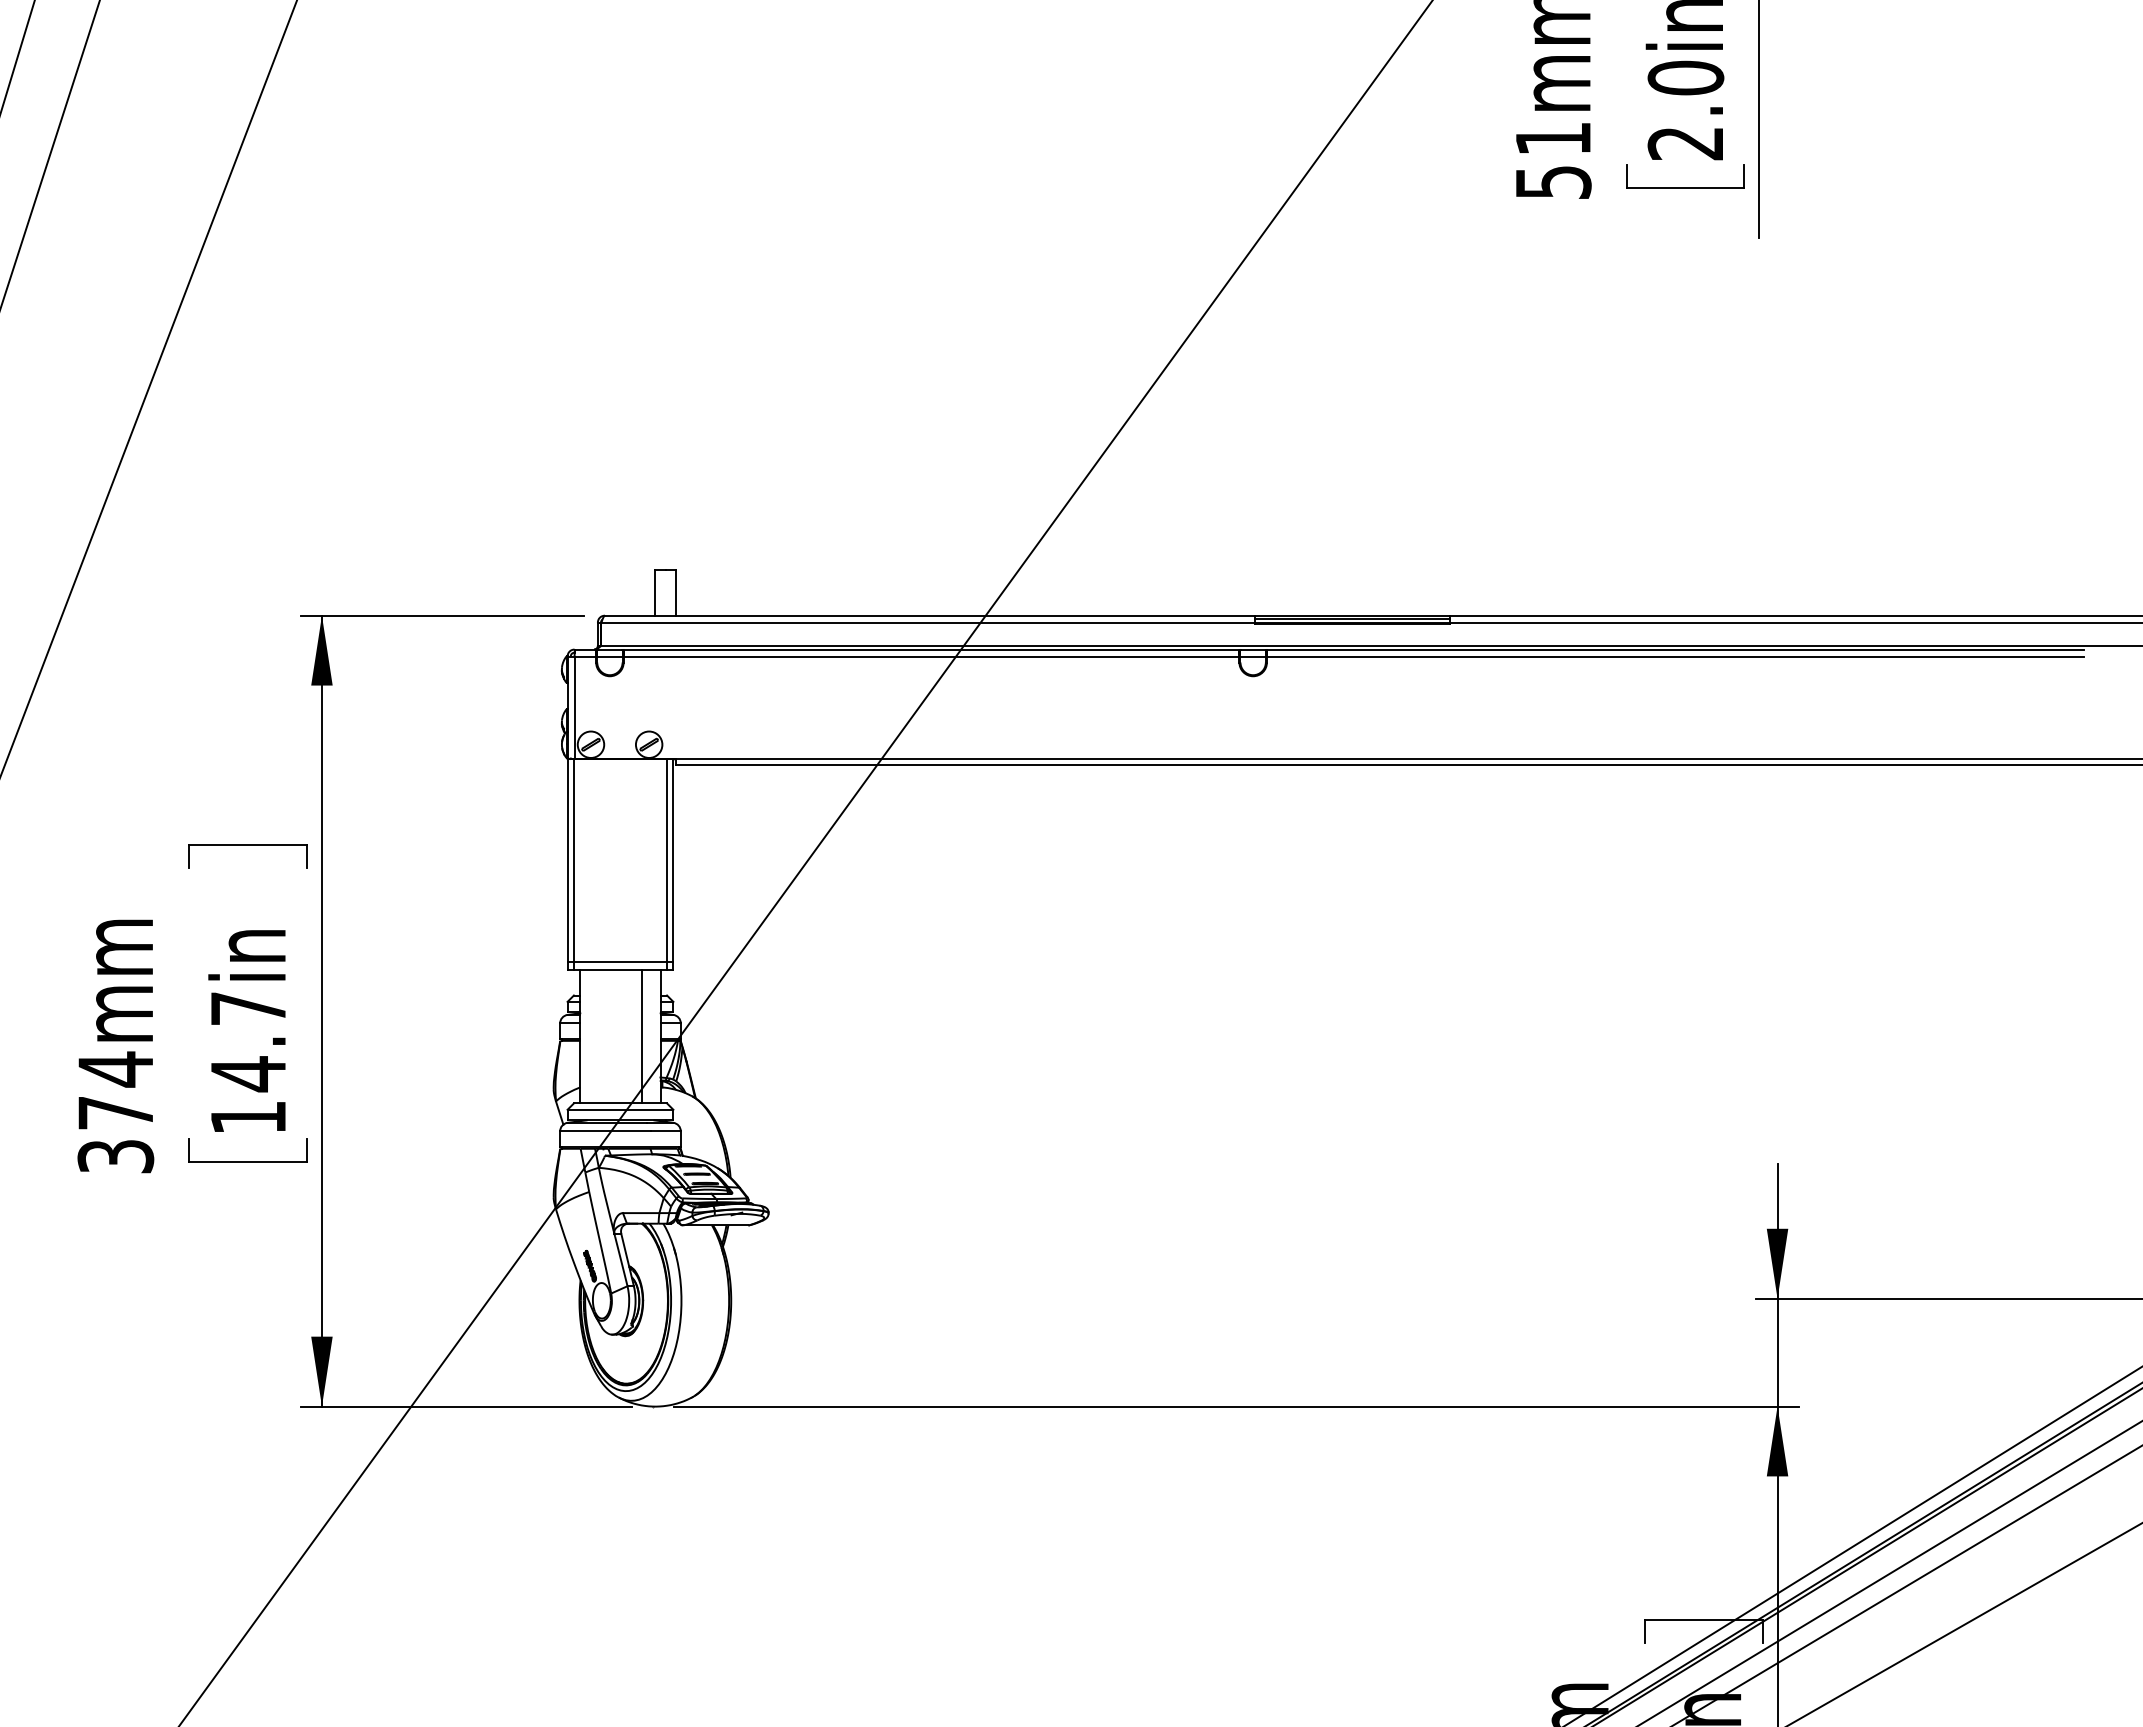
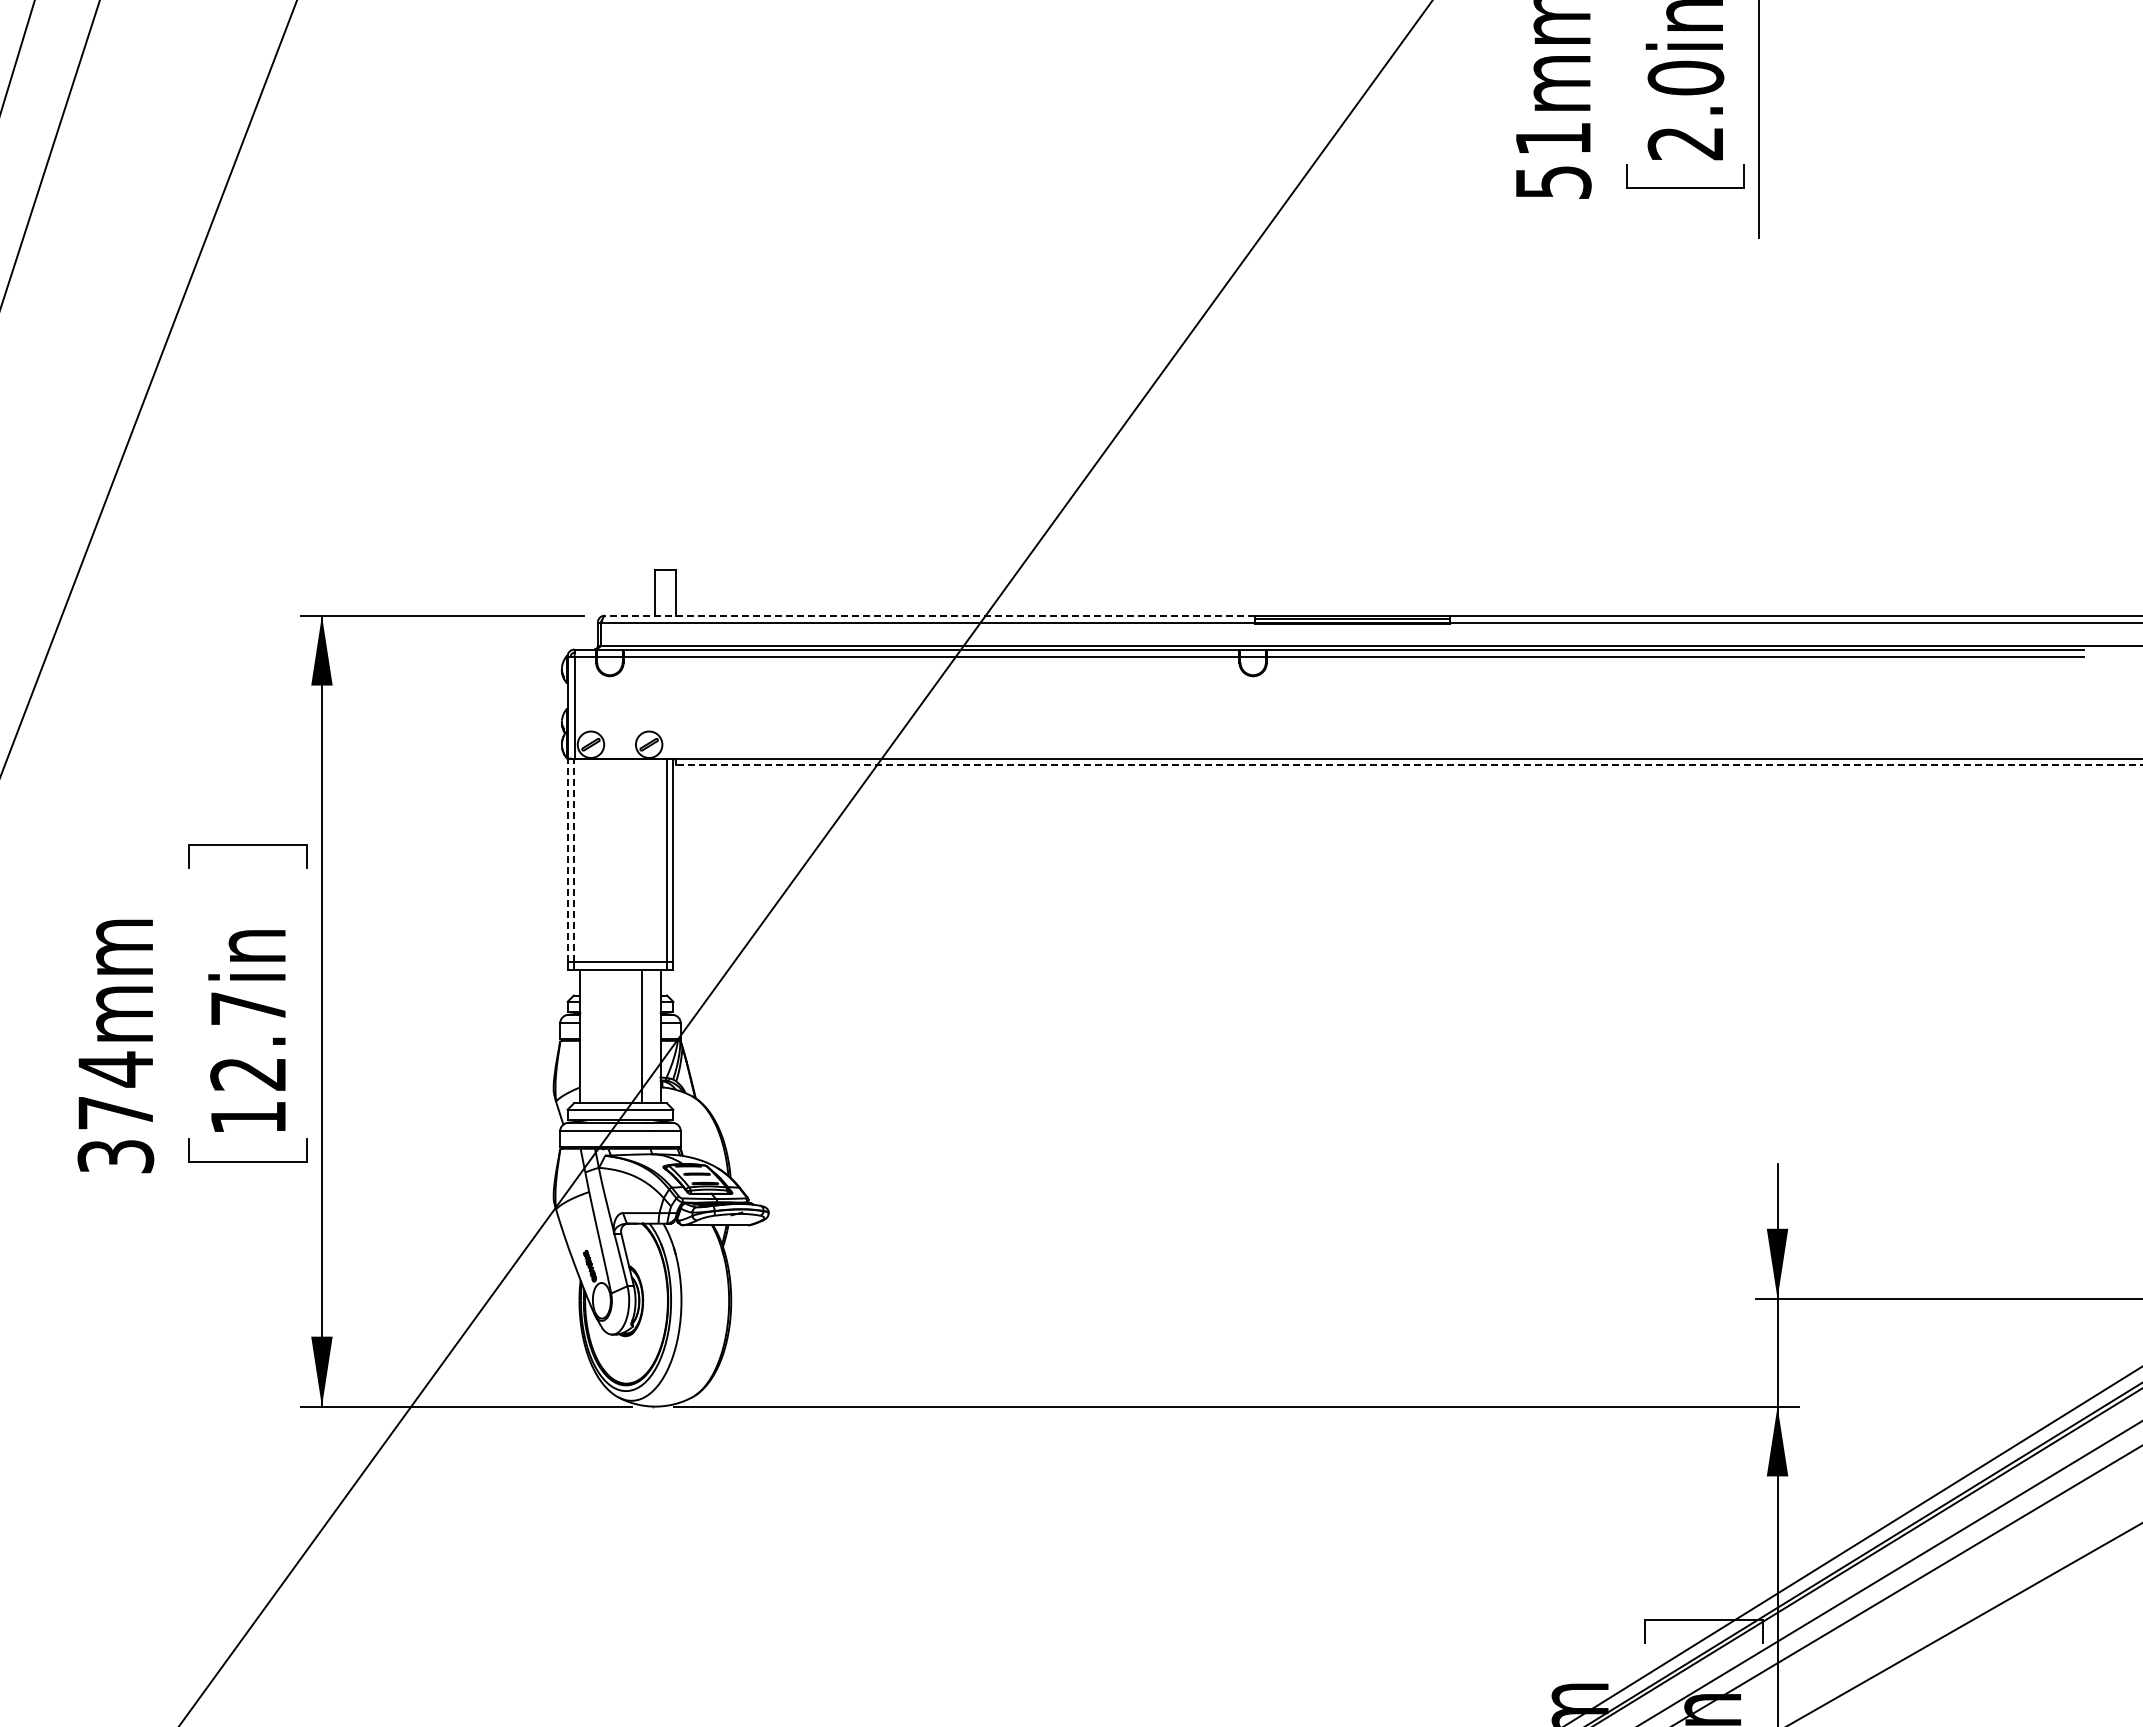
line at (929, 615): solid -> dashed
line at (1408, 765): solid -> dashed
line at (567, 859): solid -> dashed
line at (573, 859): solid -> dashed
text at (247, 1074): 14.7in -> 12.7in
